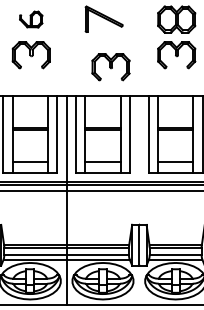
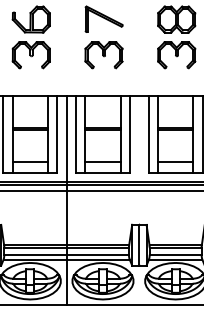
part at (31, 19) size: 25x19 px -> 40x29 px
part at (110, 67) position: (110, 67) -> (103, 55)
